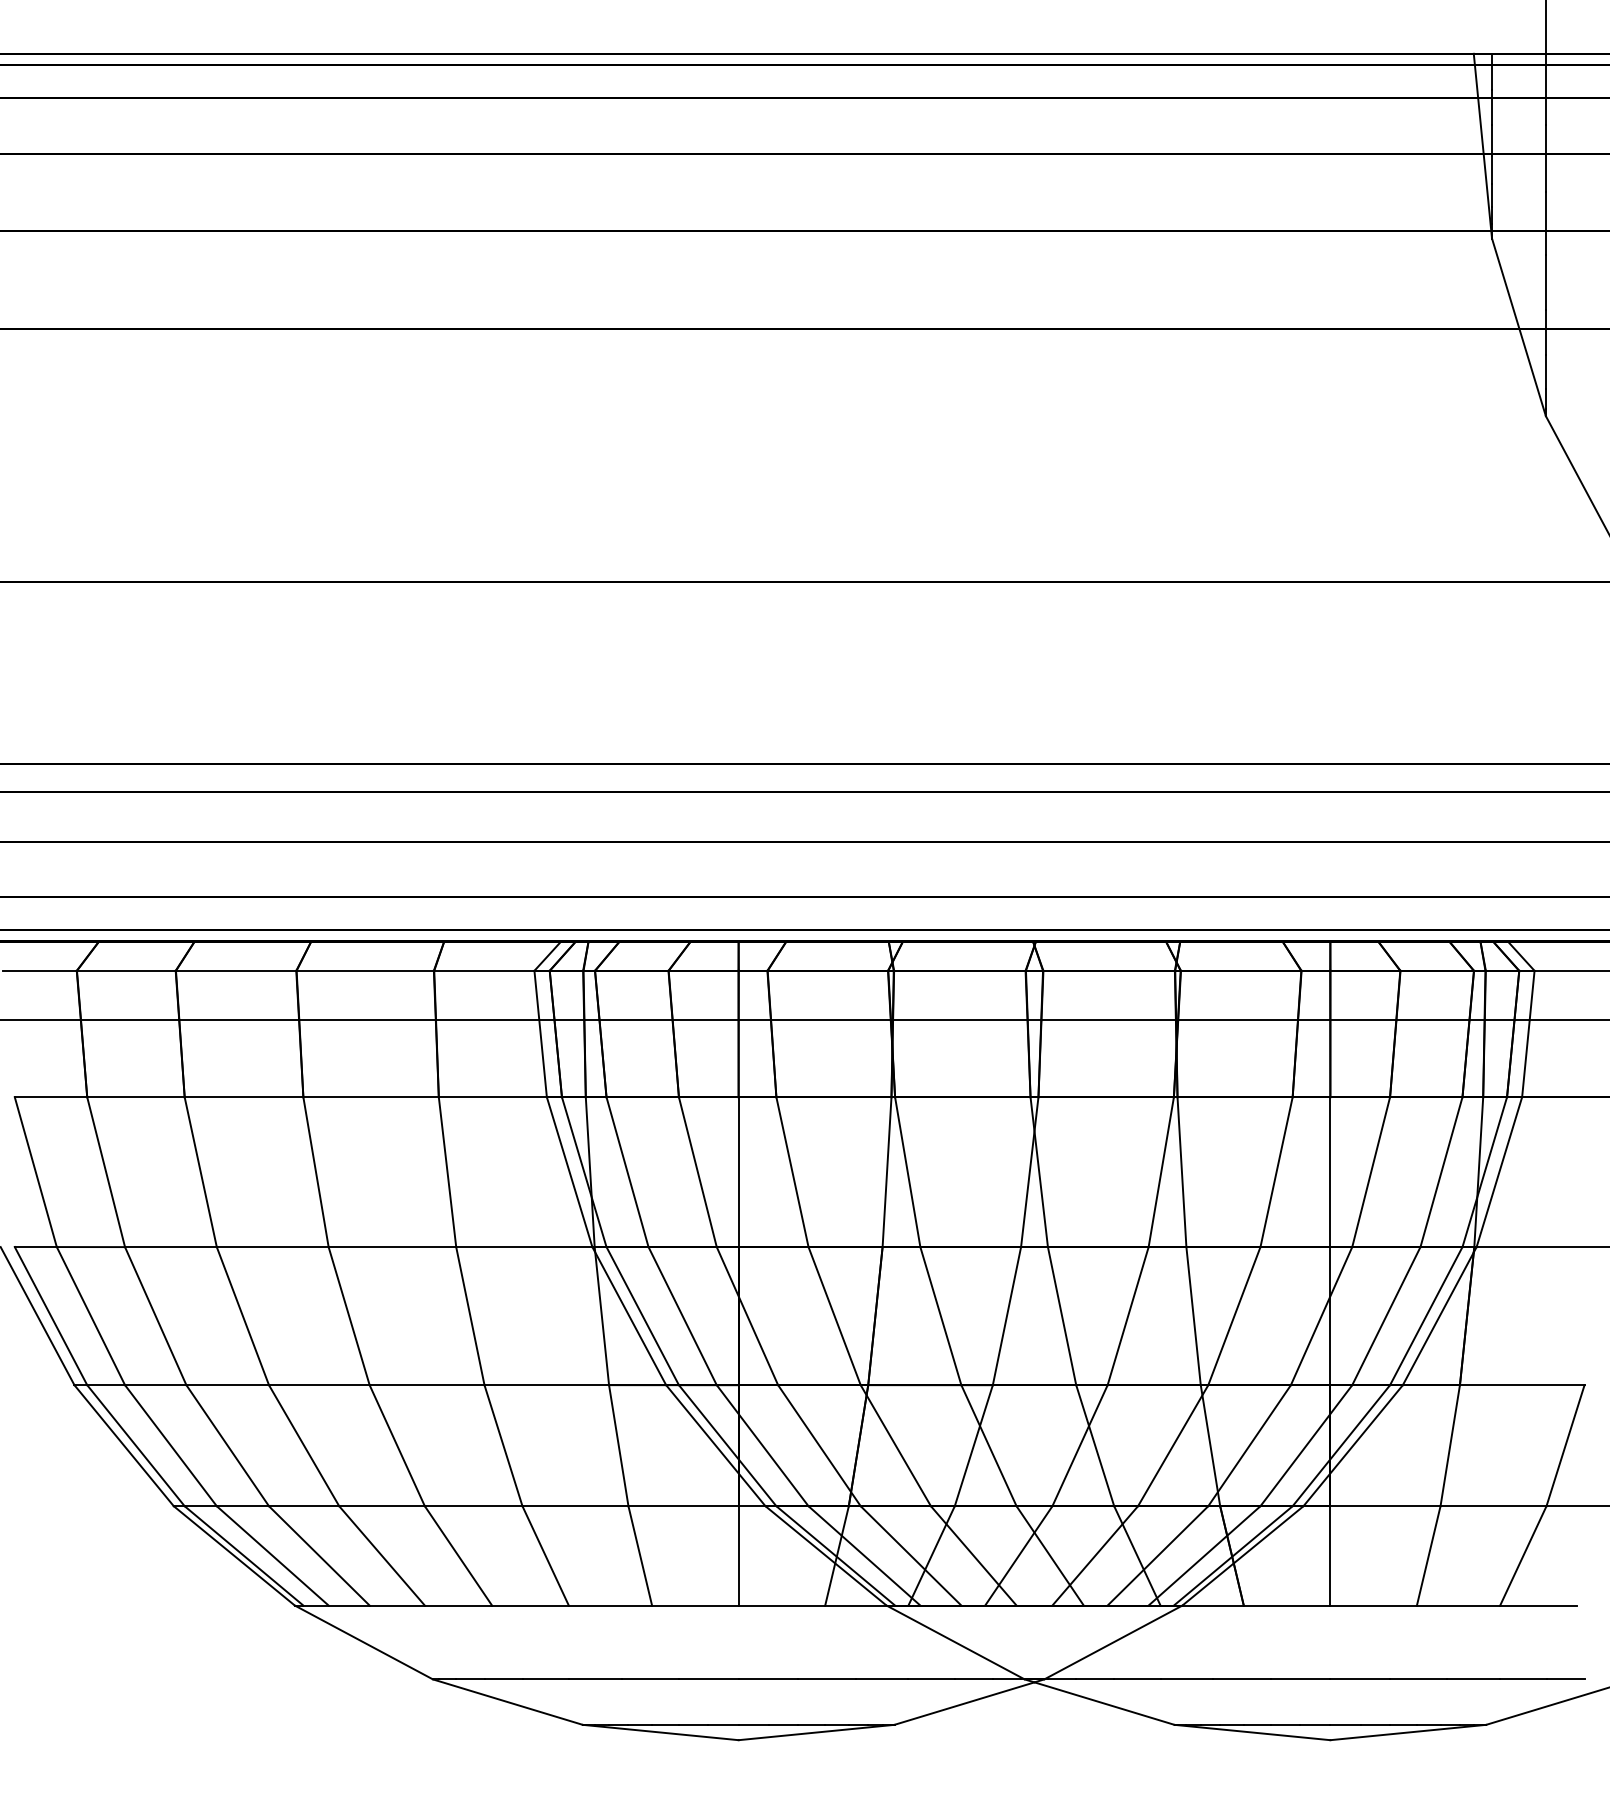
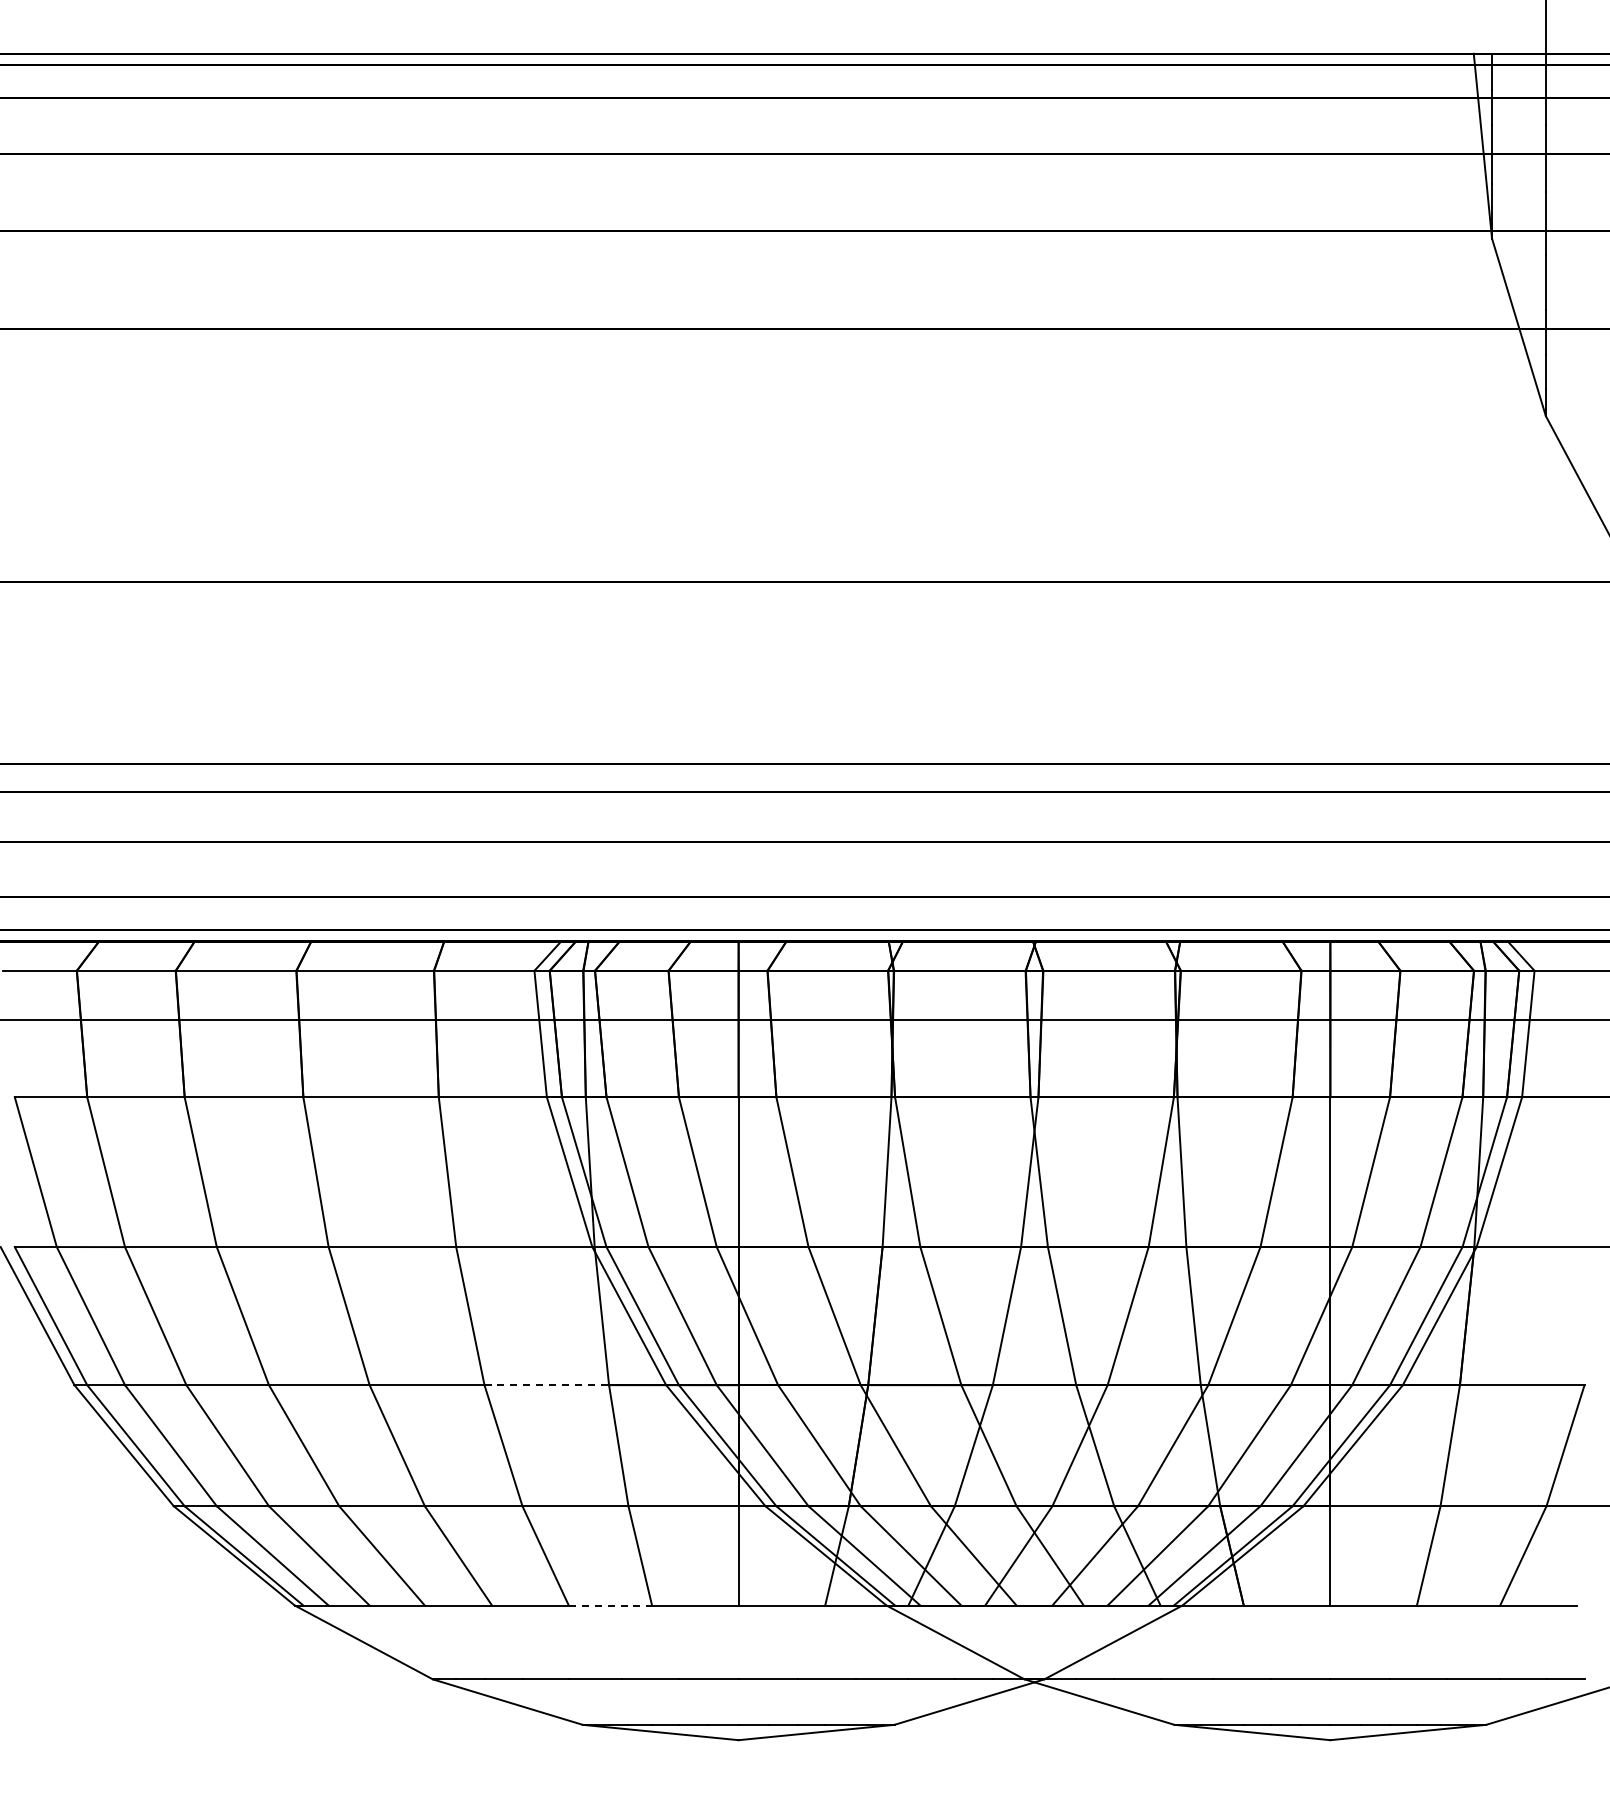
line at (547, 1385): solid -> dashed
line at (610, 1605): solid -> dashed
